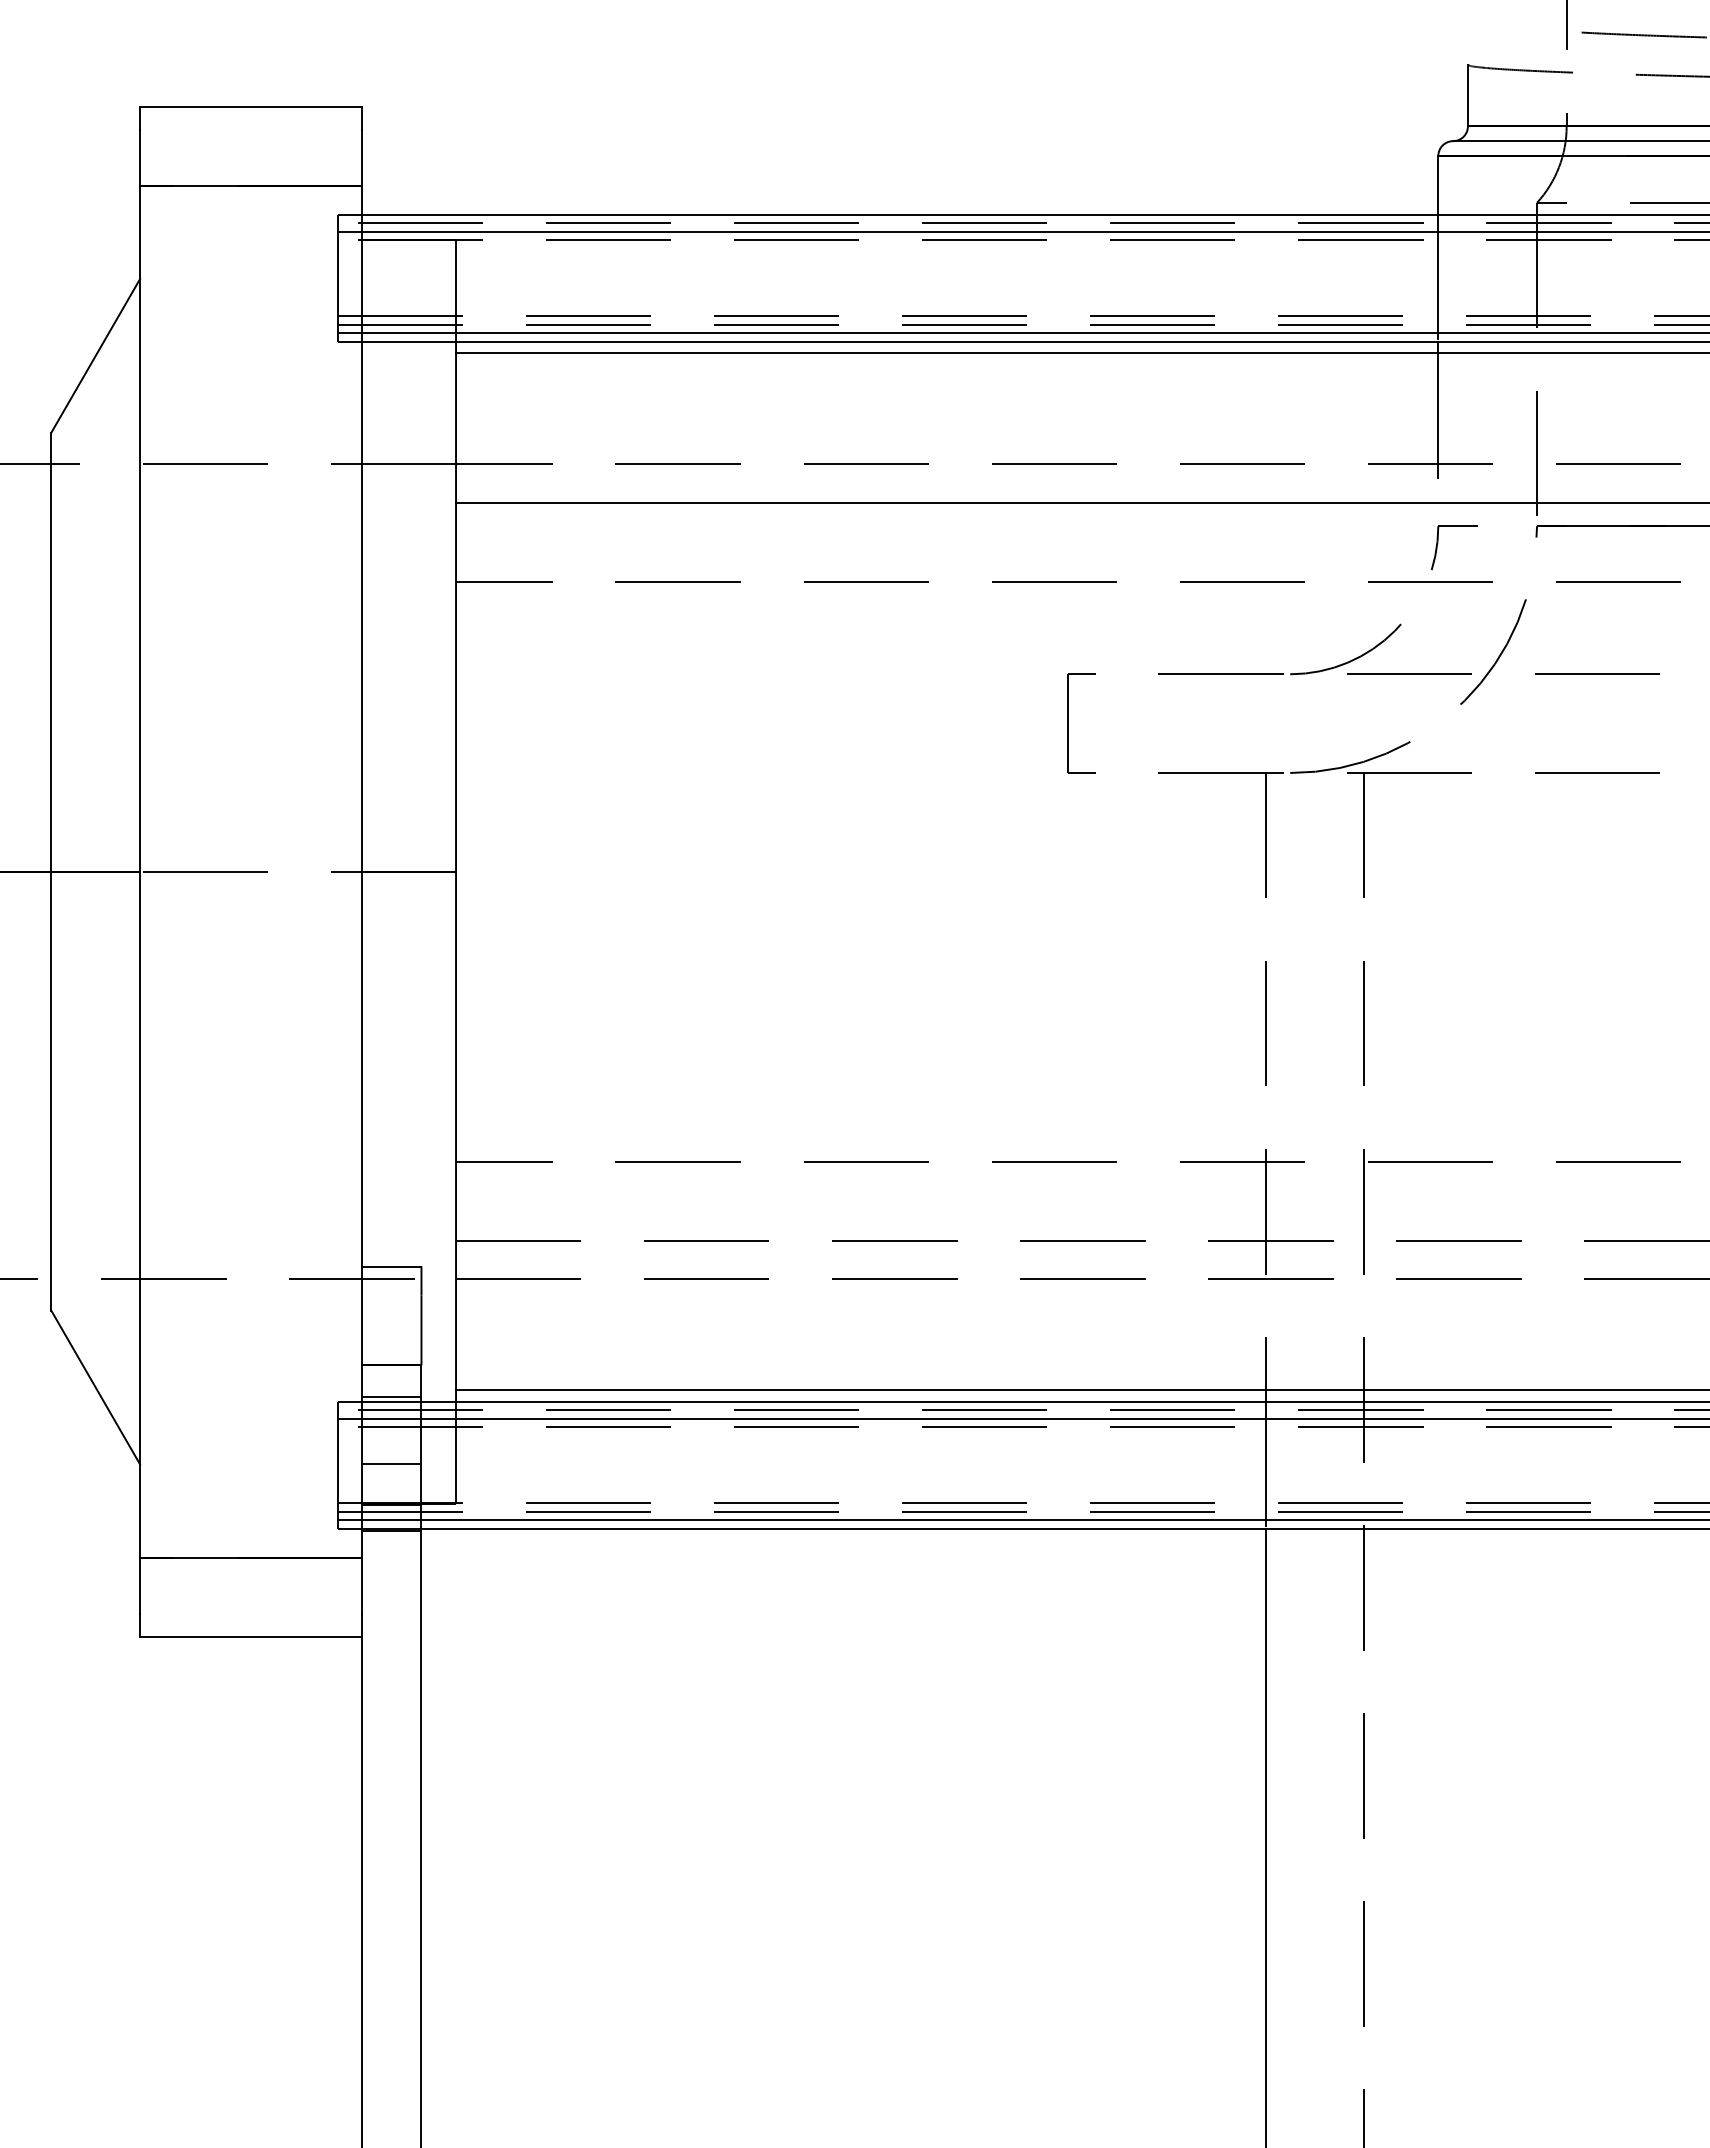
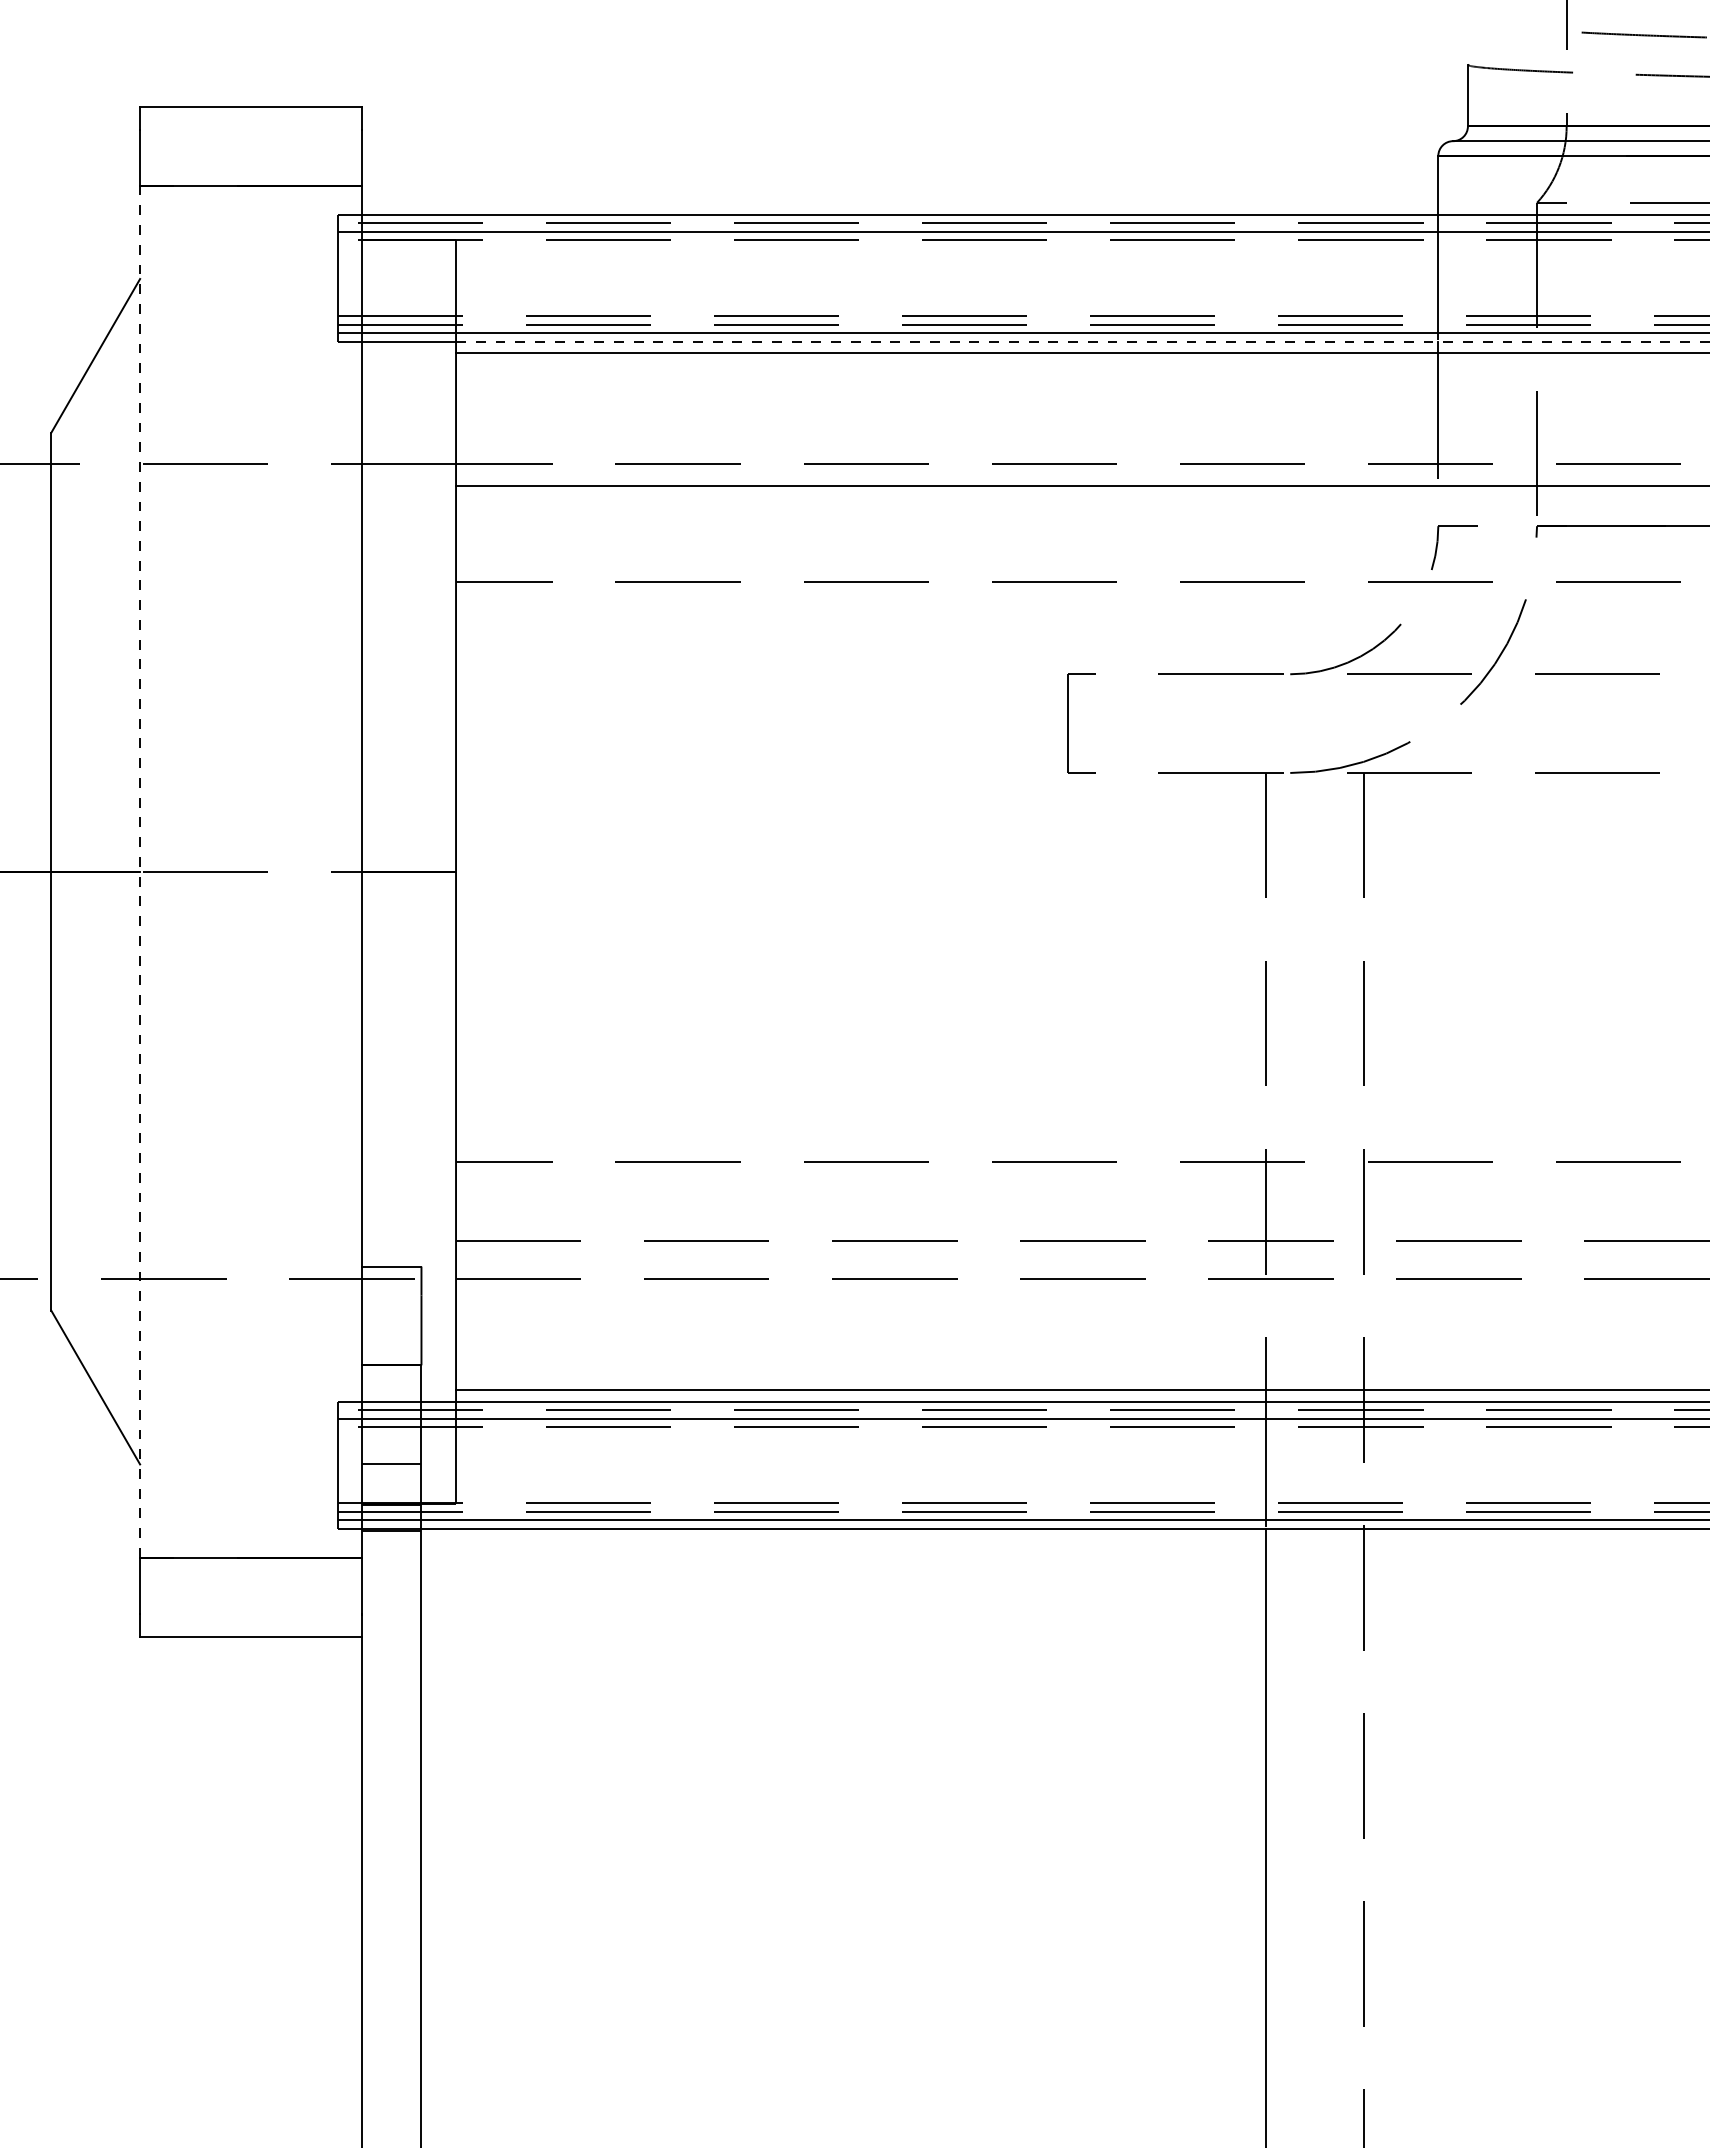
line at (1082, 341): solid -> dashed
line at (1081, 502) position: (1081, 502) -> (1081, 485)
line at (140, 871): solid -> dashed
line at (391, 1397): present -> none
